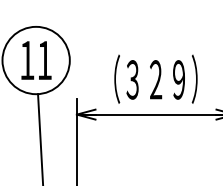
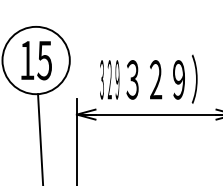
text at (44, 60): 11 -> 15
text at (110, 78): （ -> ３２９
